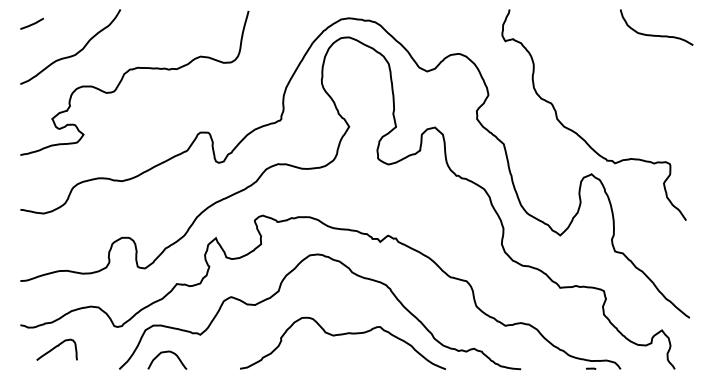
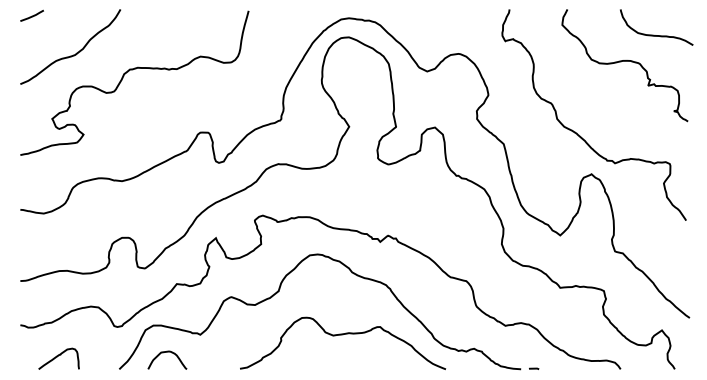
line at (31, 23) position: (31, 23) -> (31, 15)
curve at (624, 61): none -> present
curve at (55, 348) position: (55, 348) -> (57, 357)
line at (591, 368) position: (591, 368) -> (534, 368)
